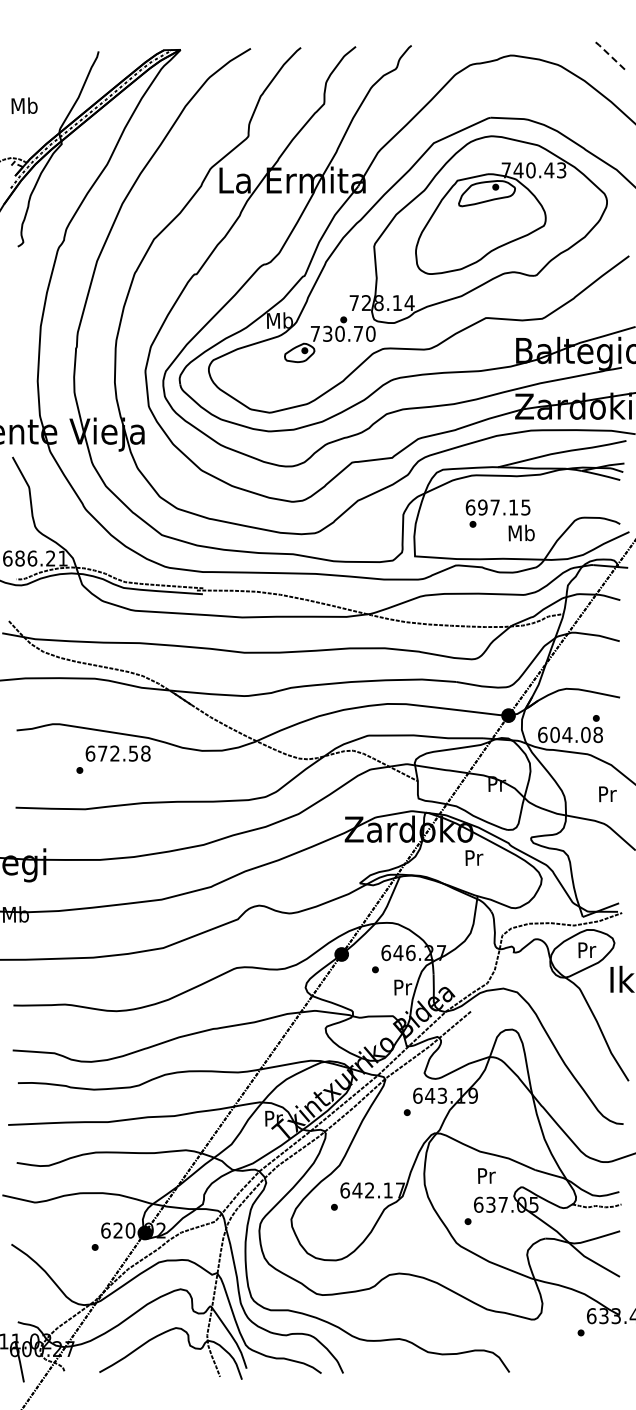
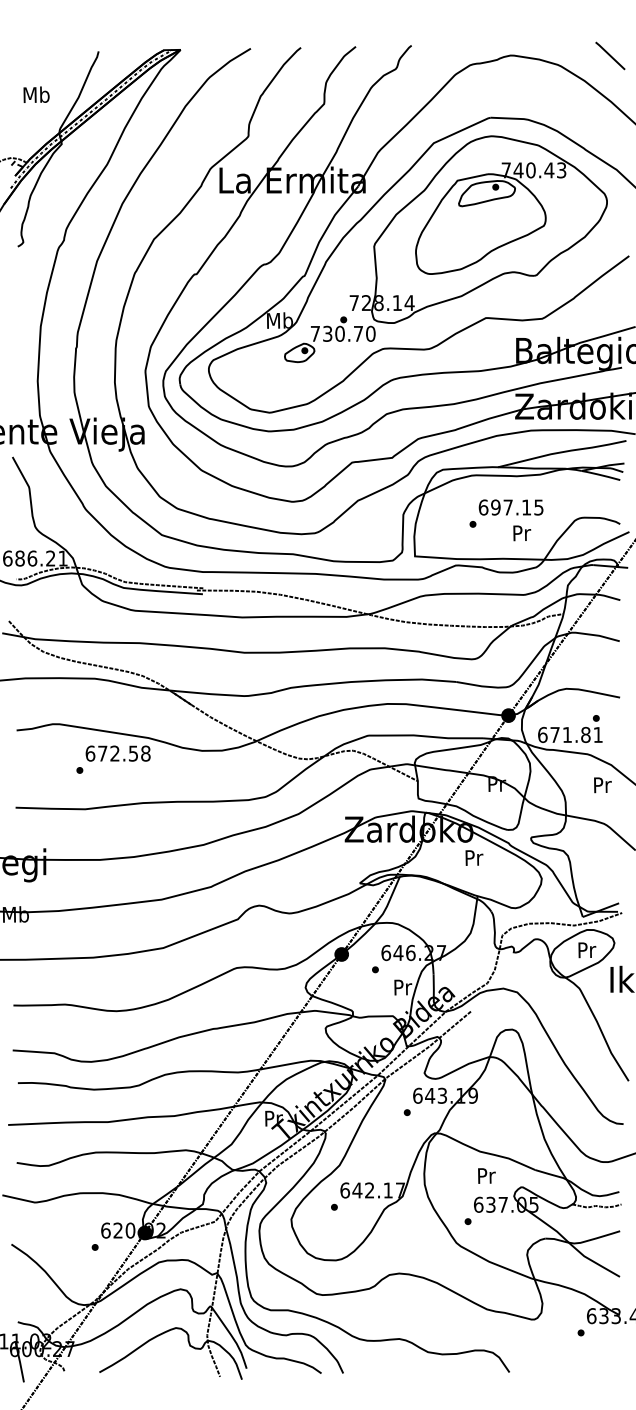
line at (610, 55): dashed -> solid
text at (24, 105) position: (24, 105) -> (36, 94)
text at (497, 507) position: (497, 507) -> (510, 507)
text at (521, 532): Mb -> Pr
text at (576, 734): 604.08 -> 671.81
text at (607, 794) position: (607, 794) -> (602, 785)
